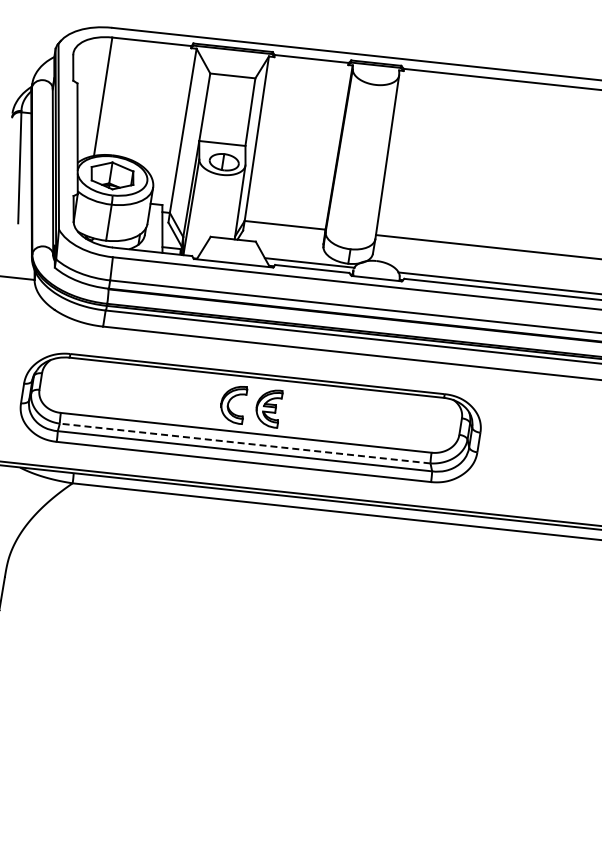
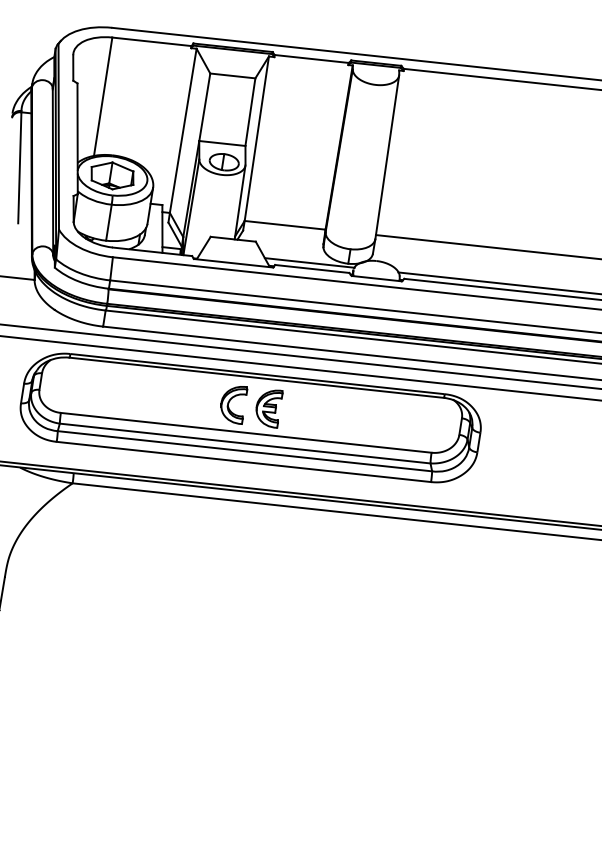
line at (300, 356): none -> present
line at (300, 368): none -> present
line at (244, 443): dashed -> solid
